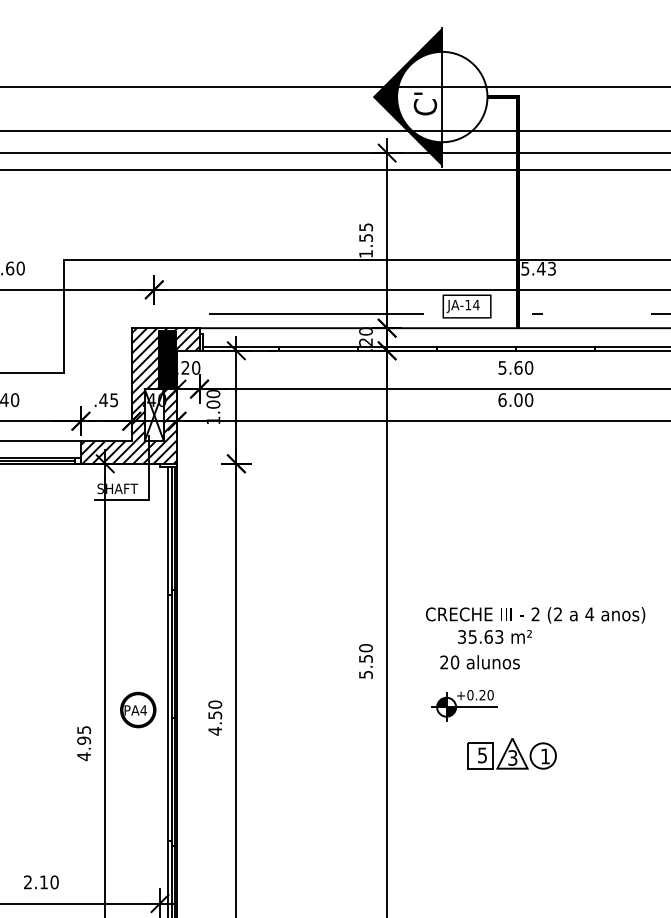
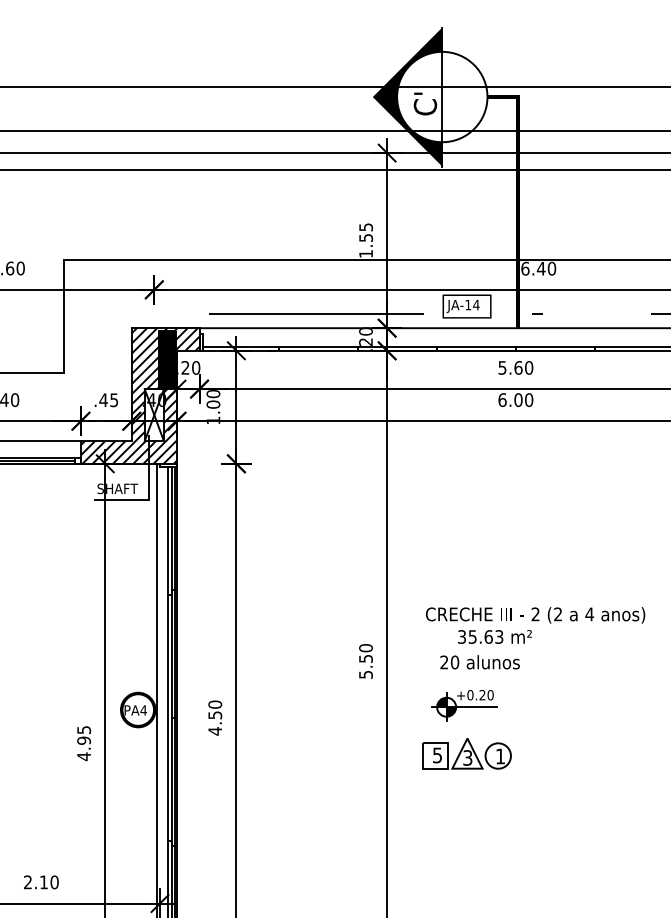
text at (538, 268): 5.43 -> 6.40
line at (157, 688): none -> present
part at (511, 753) position: (511, 753) -> (466, 753)
